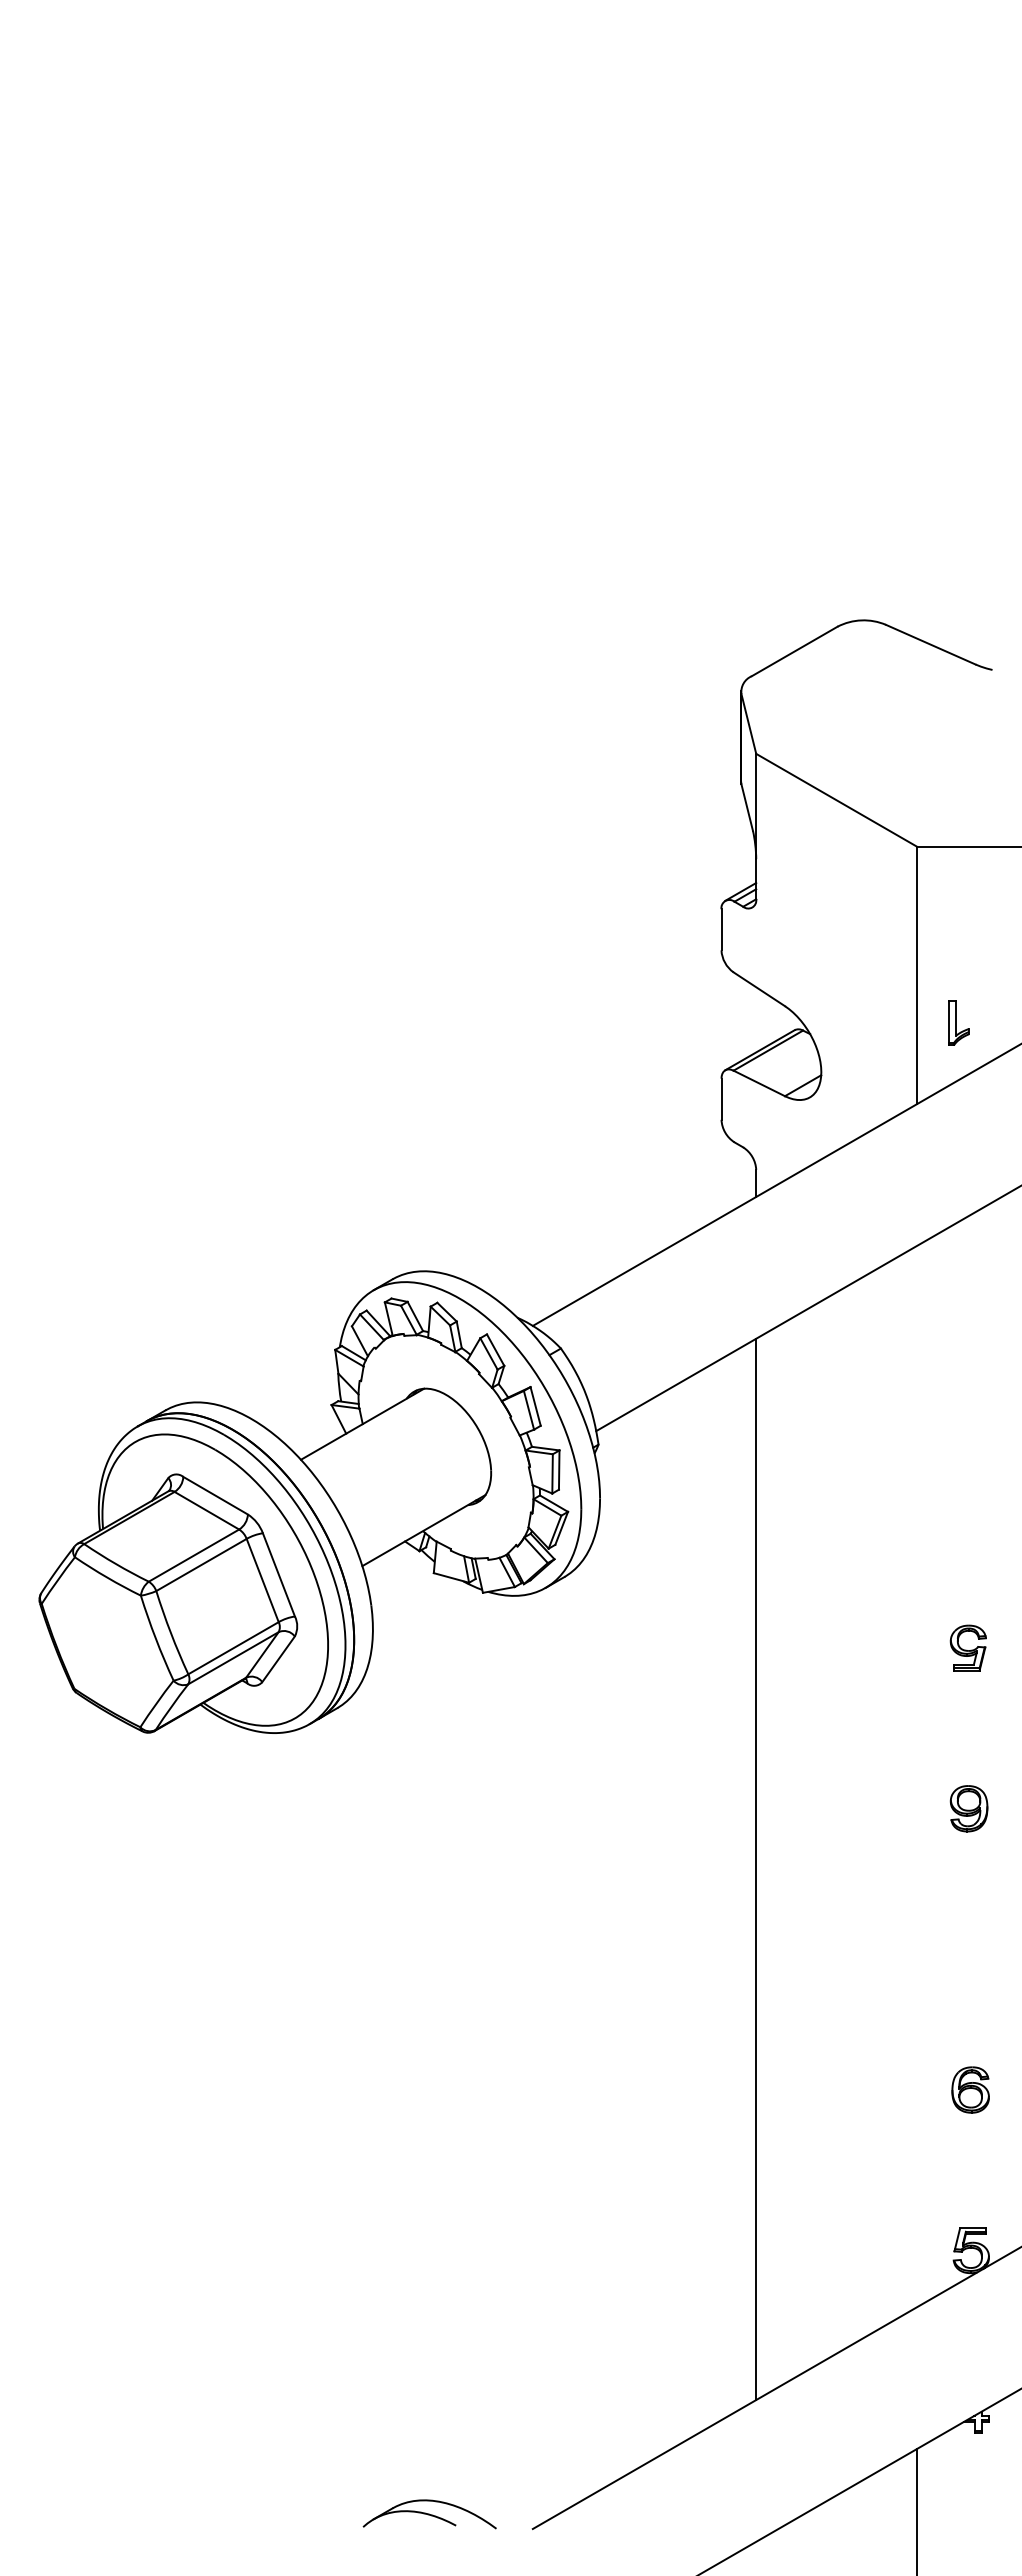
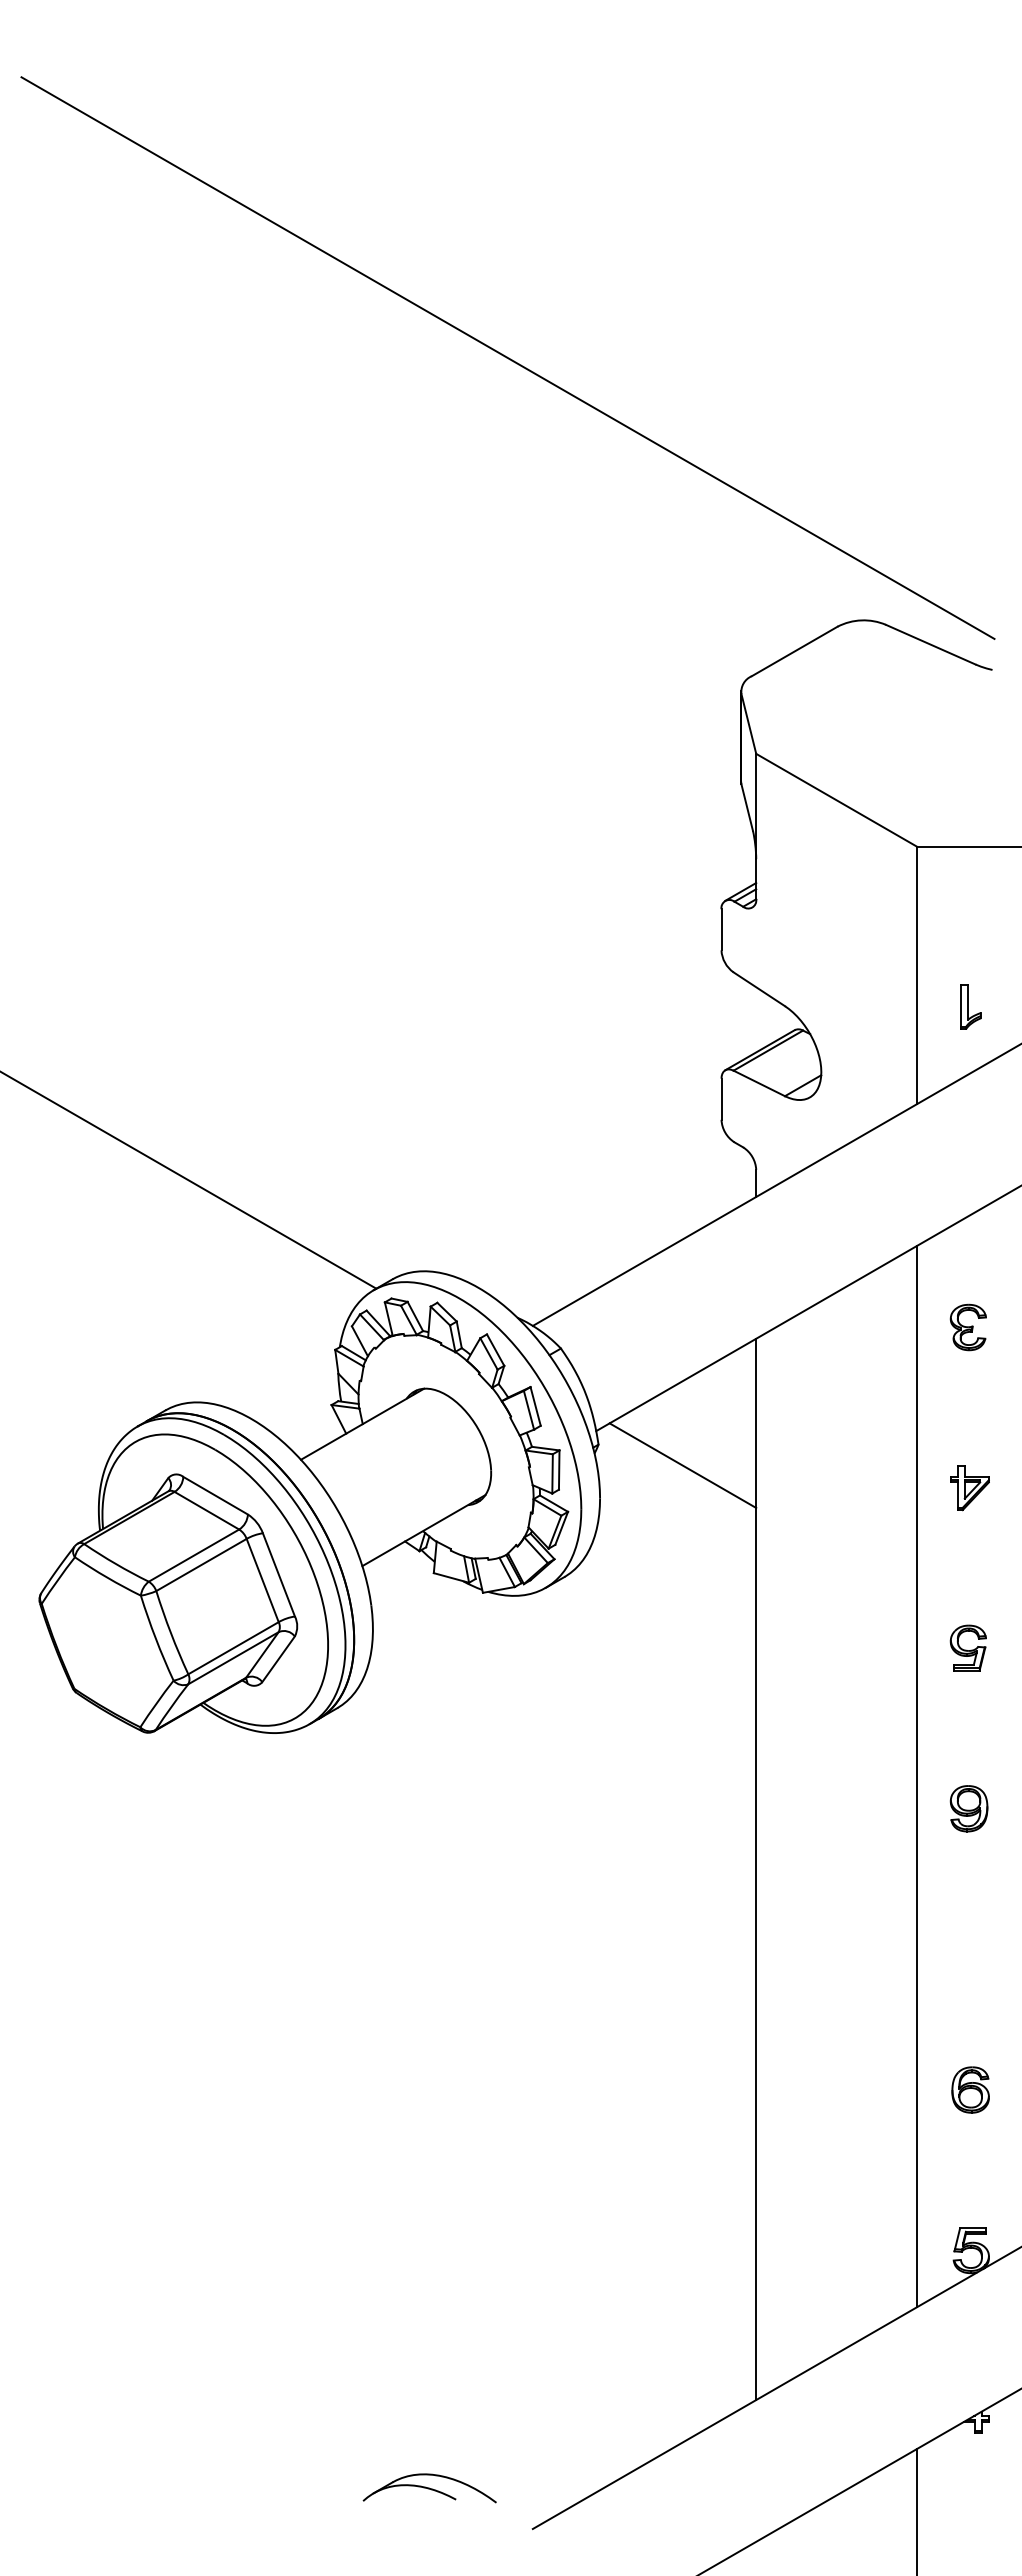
line at (507, 357): none -> present
part at (958, 1022) position: (958, 1022) -> (970, 1006)
line at (189, 1180): none -> present
part at (967, 1327): none -> present
line at (682, 1465): none -> present
part at (969, 1488): none -> present
line at (916, 1776): none -> present
part at (429, 2514) position: (429, 2514) -> (429, 2488)
